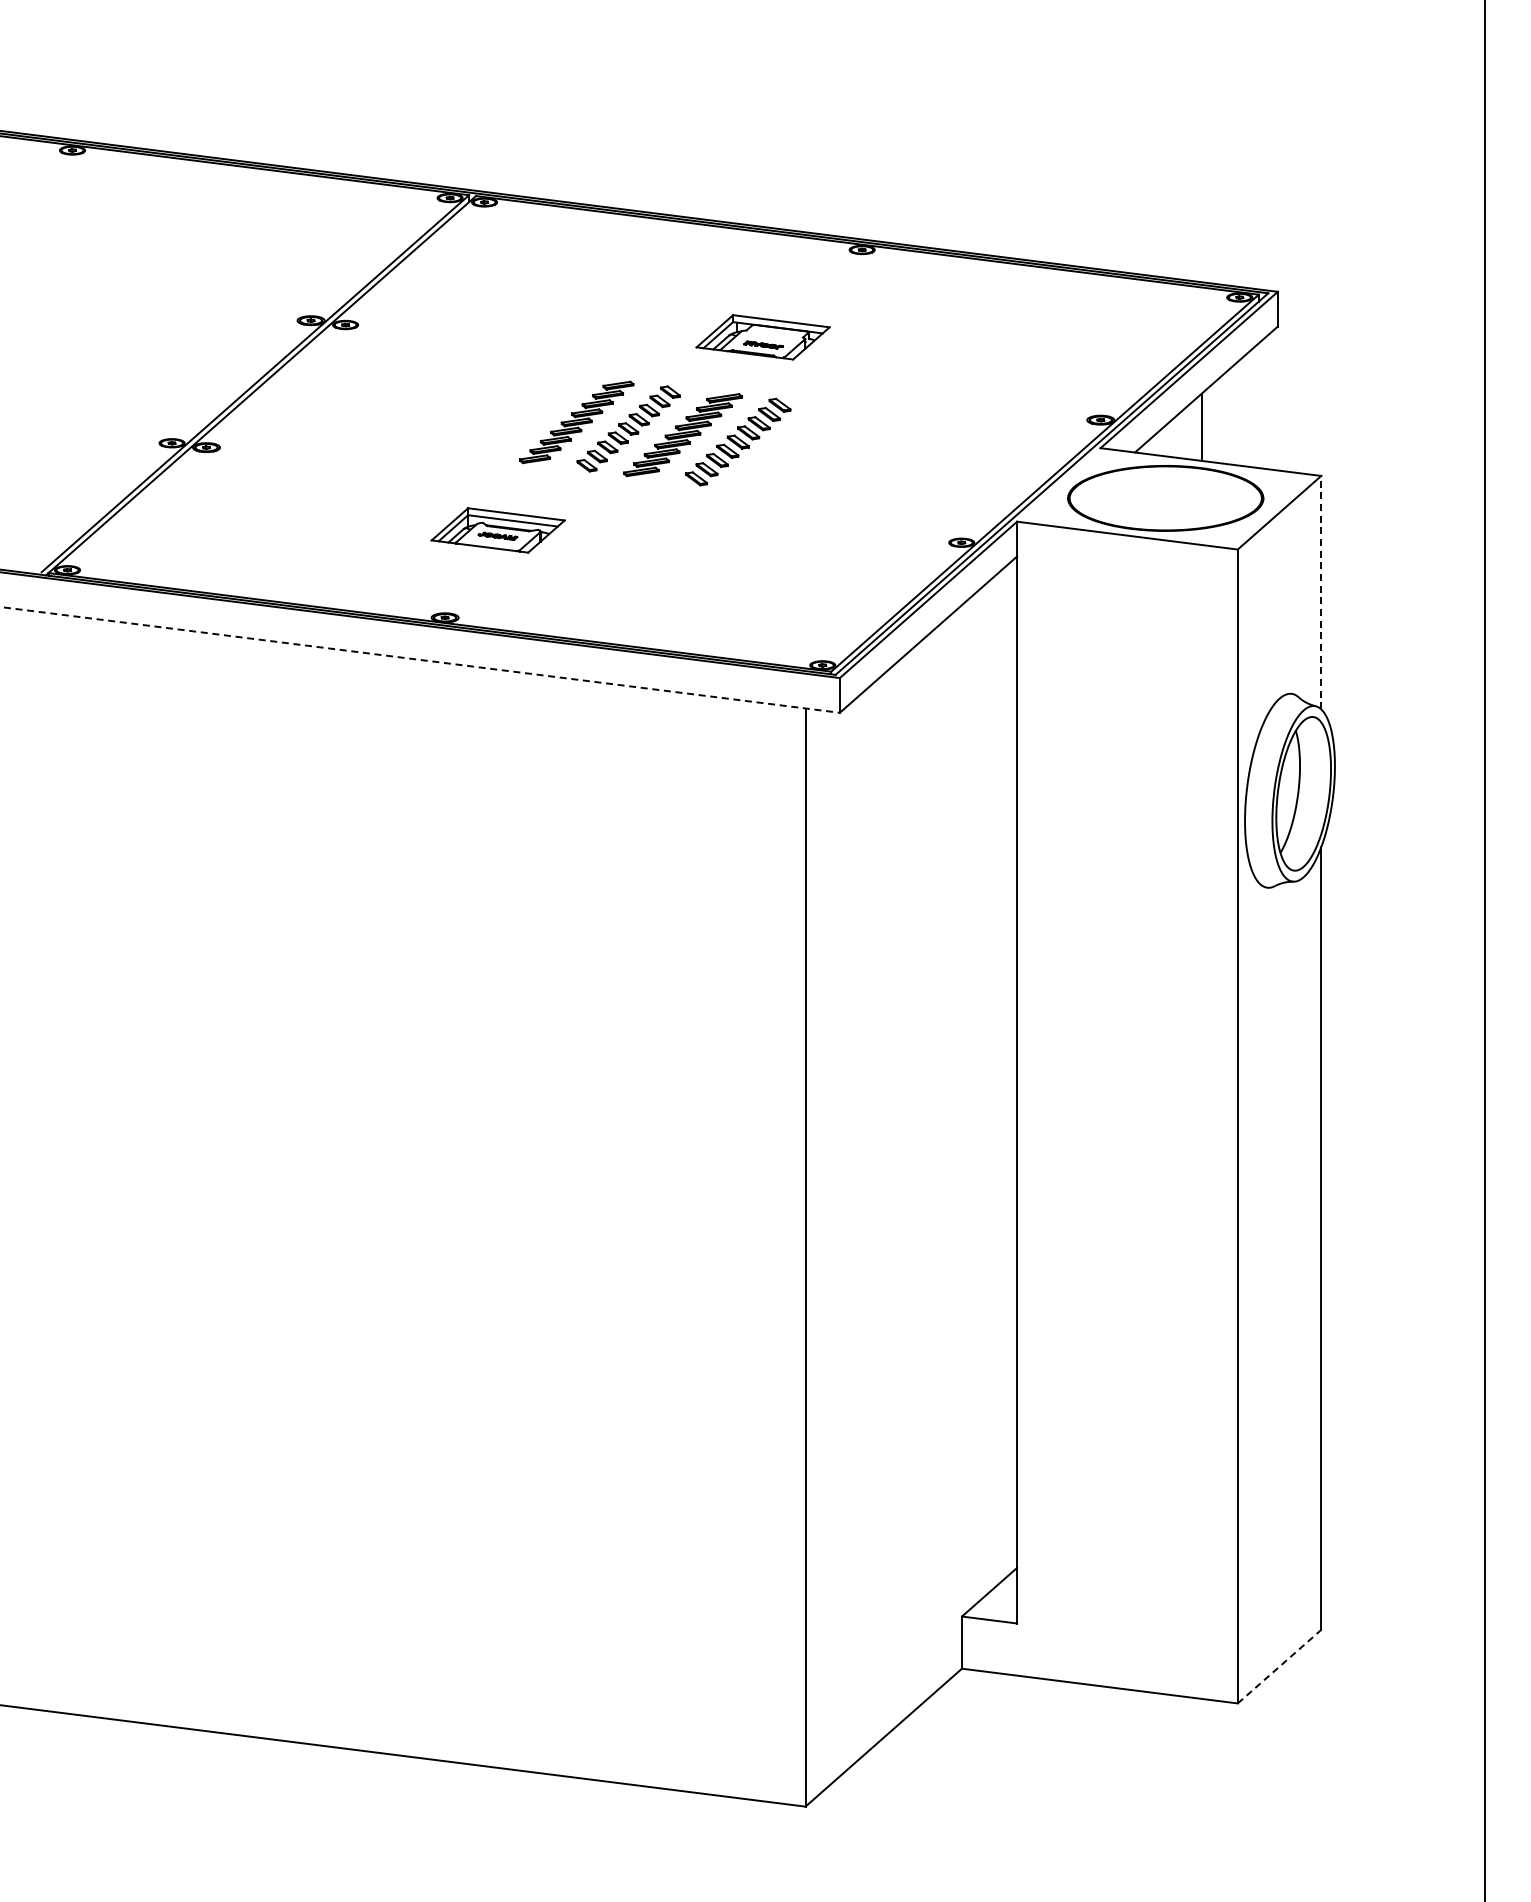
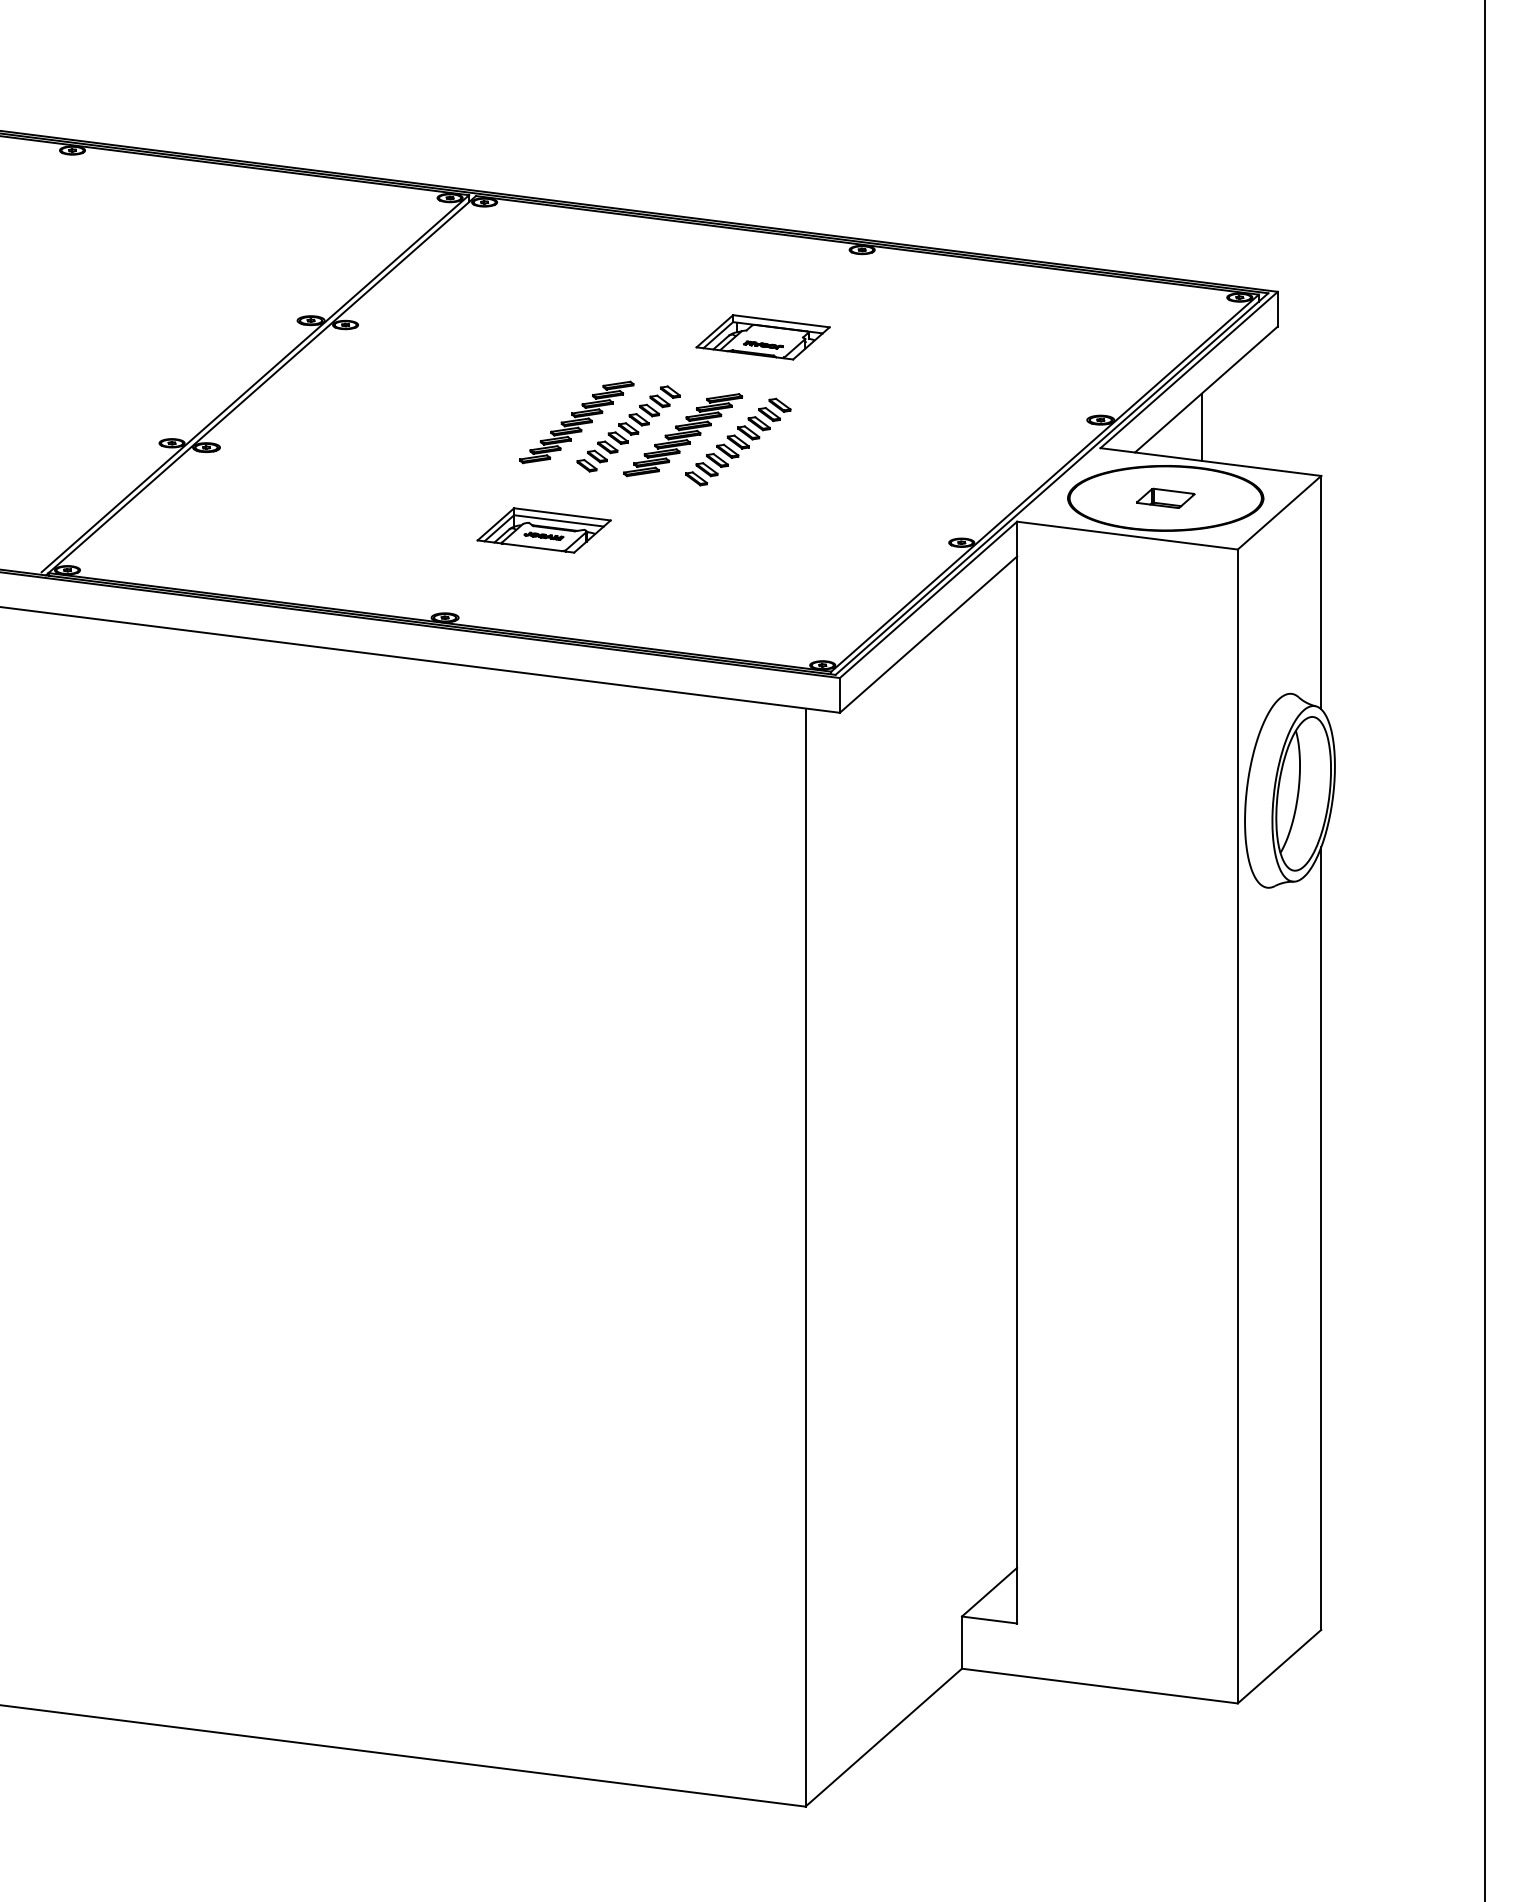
part at (1165, 497): none -> present
part at (497, 530) position: (497, 530) -> (543, 530)
line at (1321, 592): dashed -> solid
line at (420, 659): dashed -> solid
line at (1279, 1666): dashed -> solid
